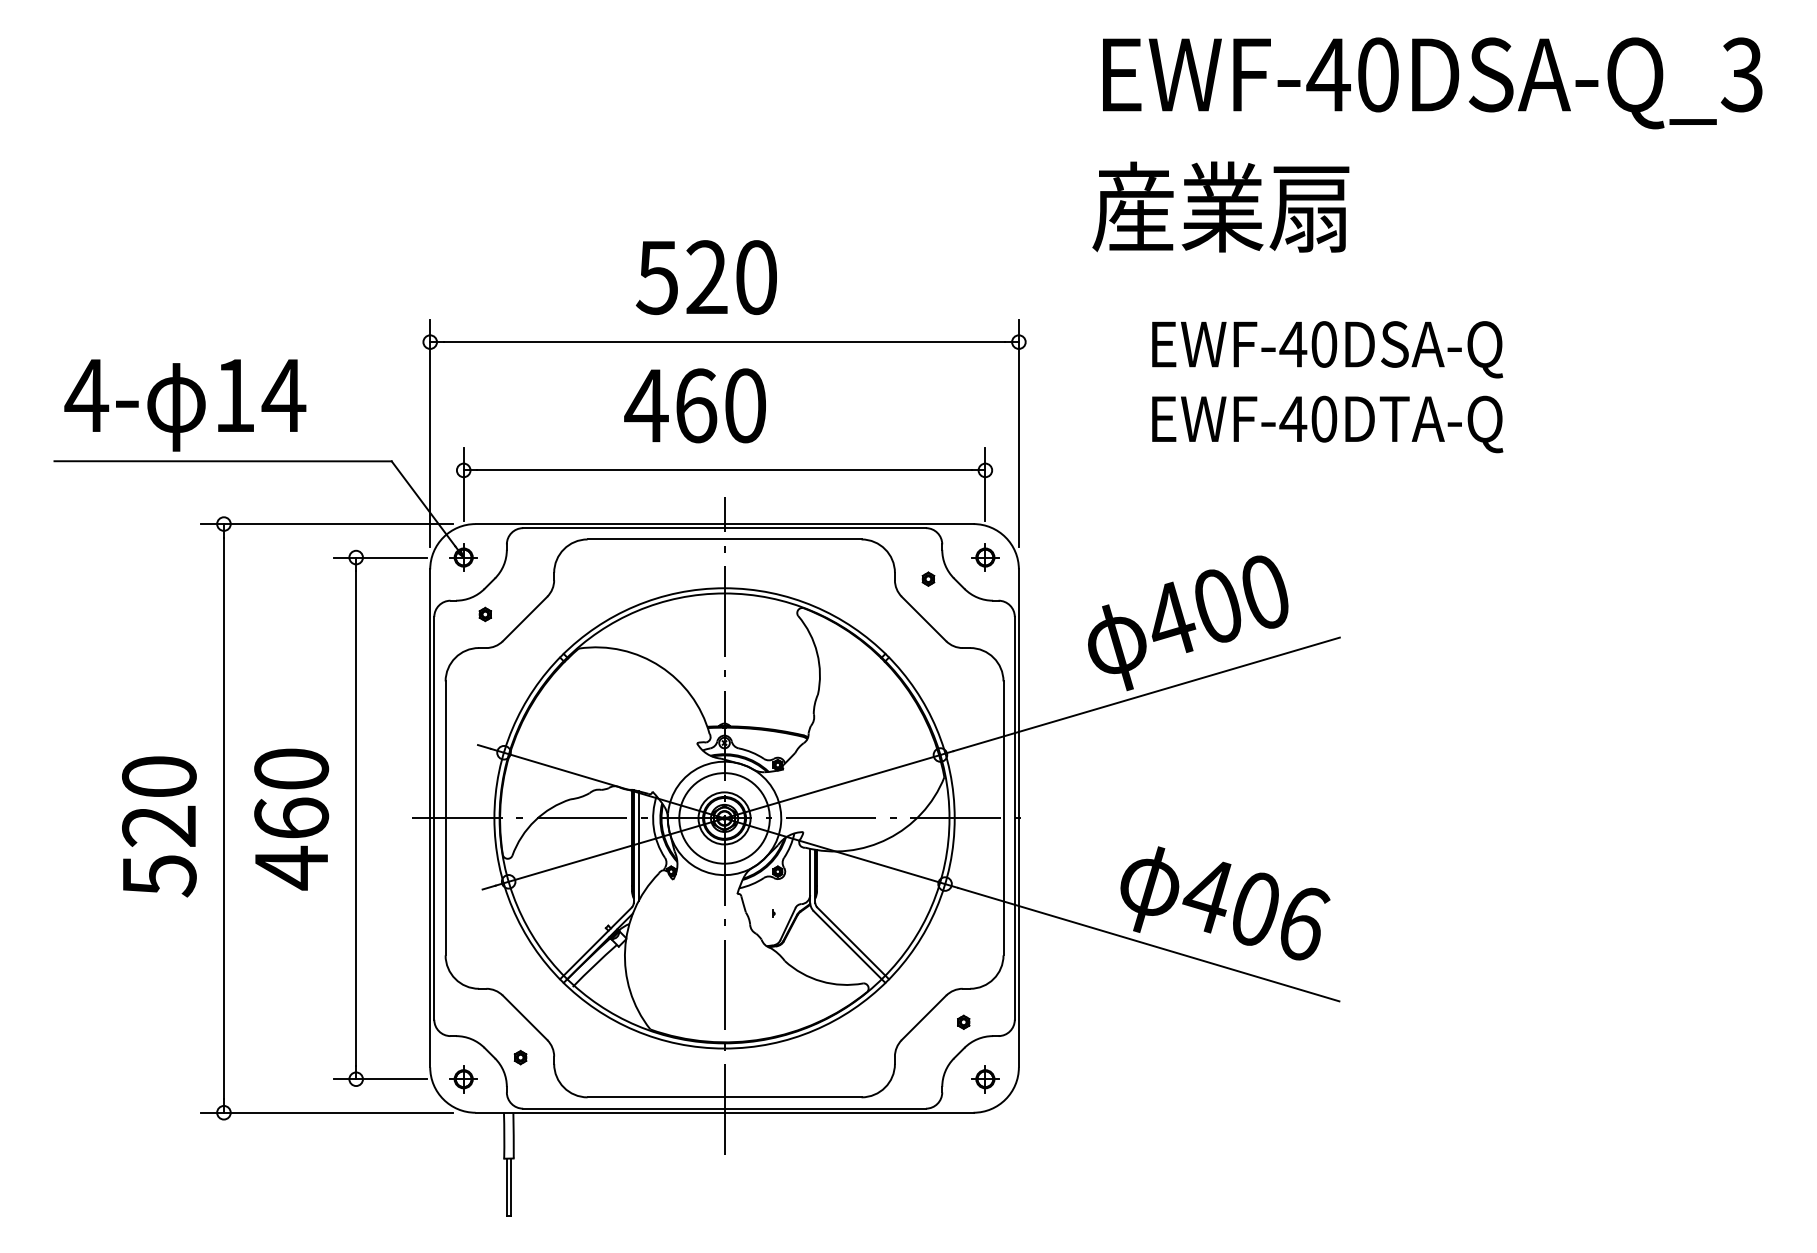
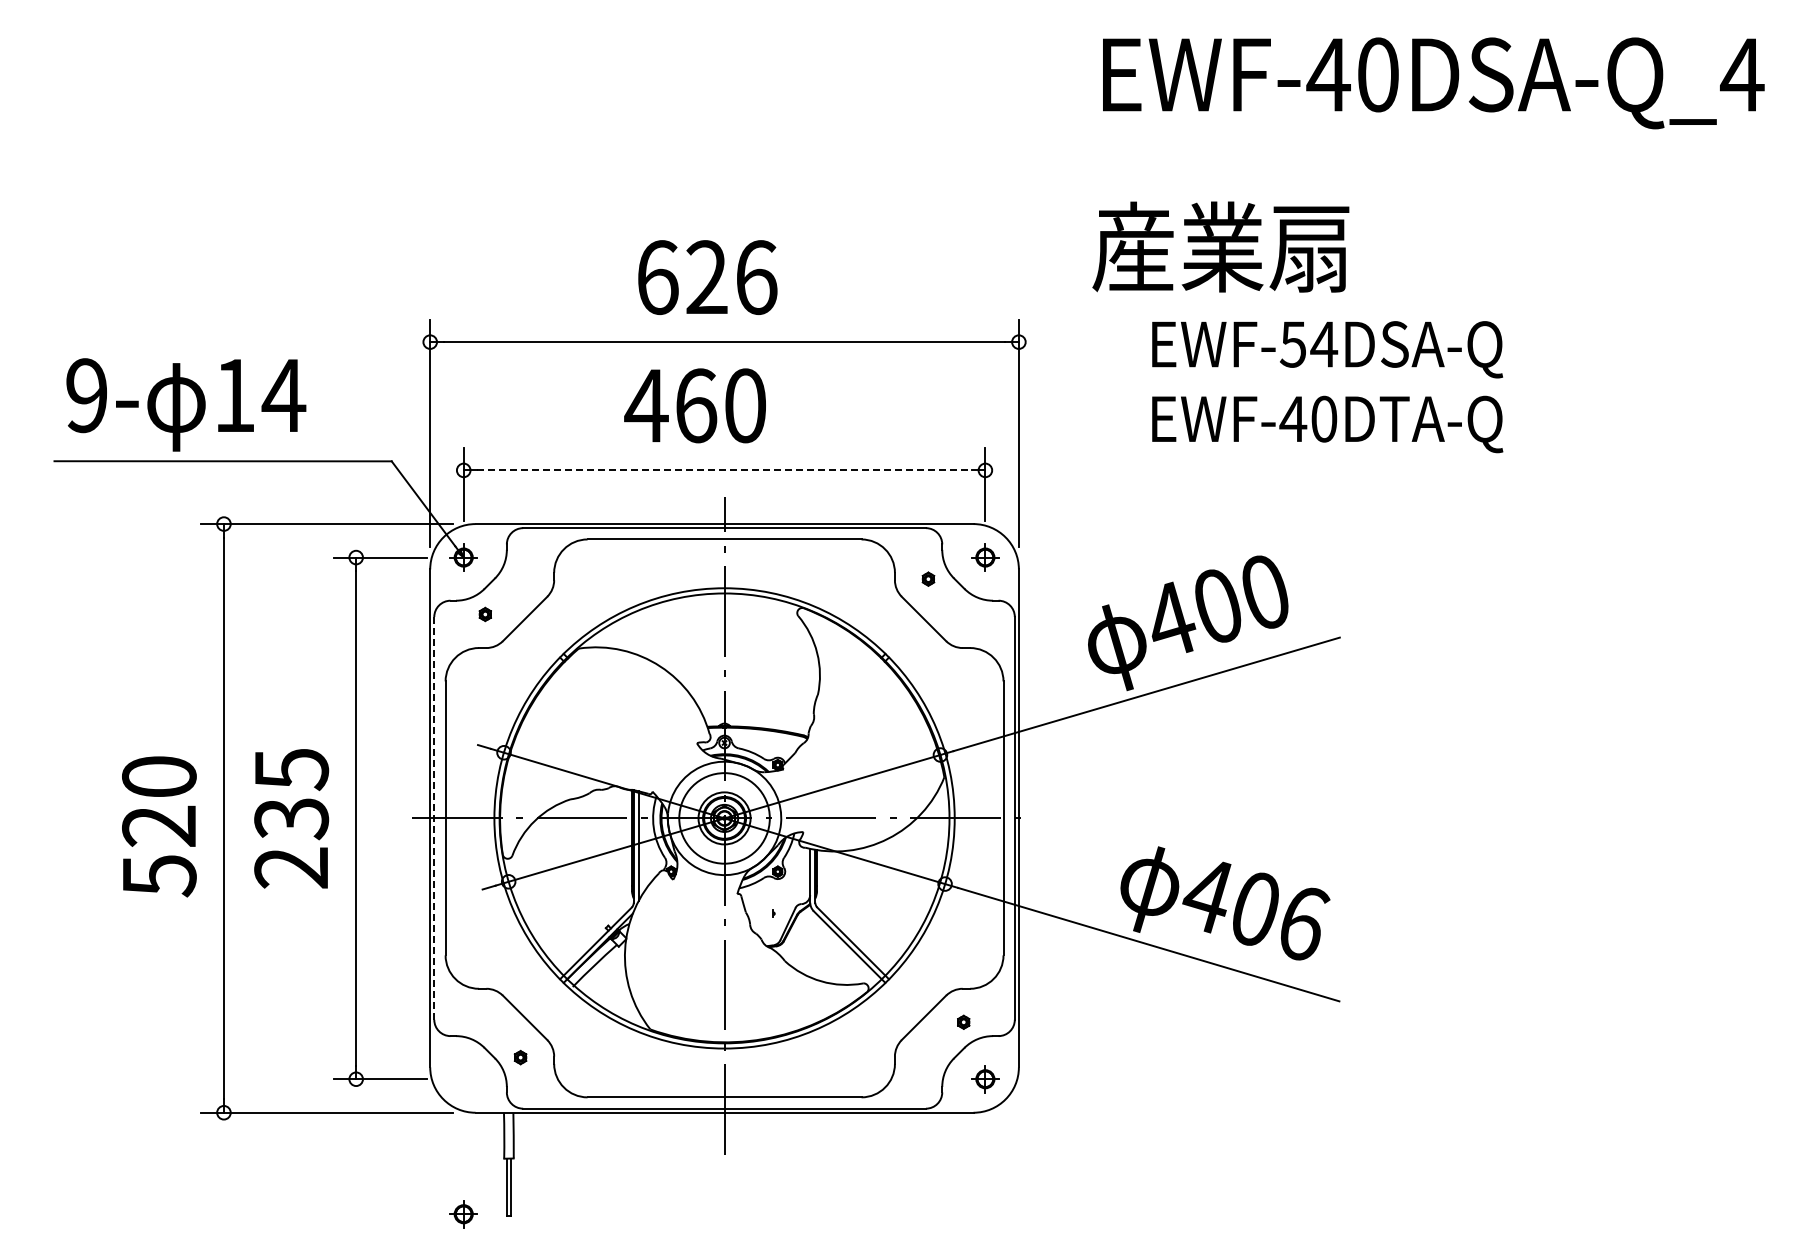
text at (1741, 74): EWF-40DSA-Q_3 -> EWF-40DSA-Q_4
text at (1220, 206) position: (1220, 206) -> (1220, 246)
text at (706, 277): 520 -> 626
text at (1308, 344): EWF-40DSA-Q -> EWF-54DSA-Q
text at (86, 395): 4- -> 9-
line at (725, 470): solid -> dashed
line at (434, 818): solid -> dashed
text at (291, 819): 460 -> 235
part at (463, 1079) position: (463, 1079) -> (463, 1214)
